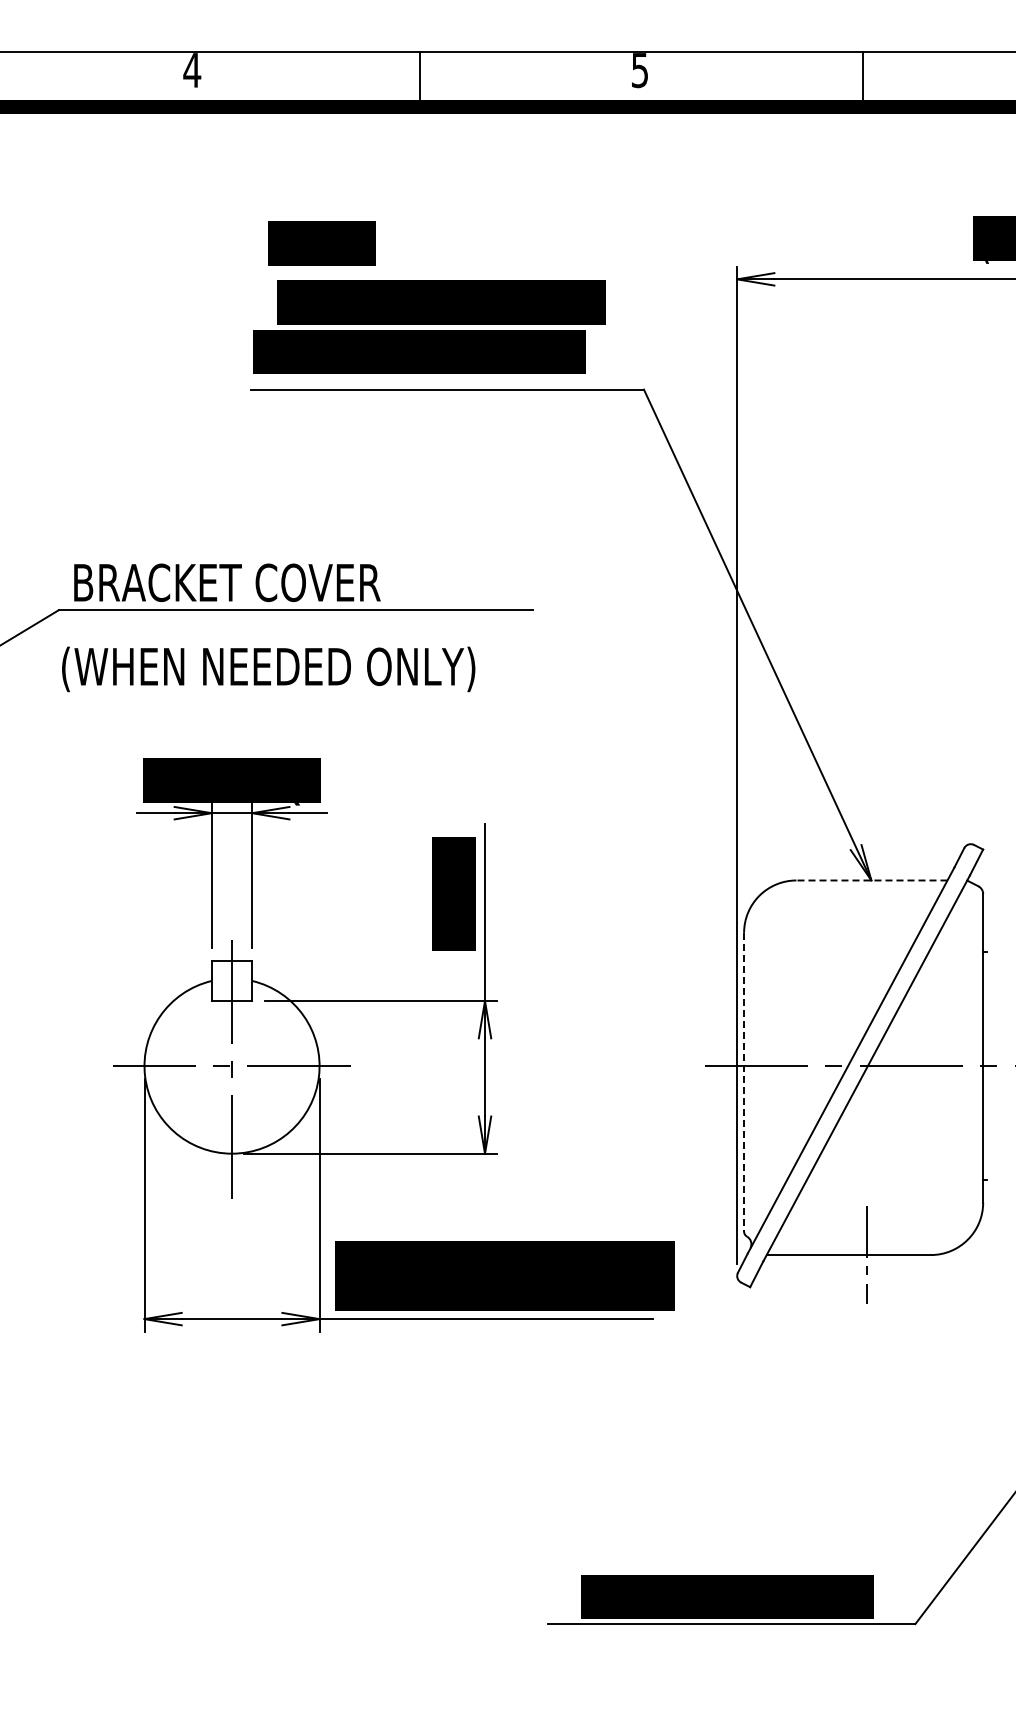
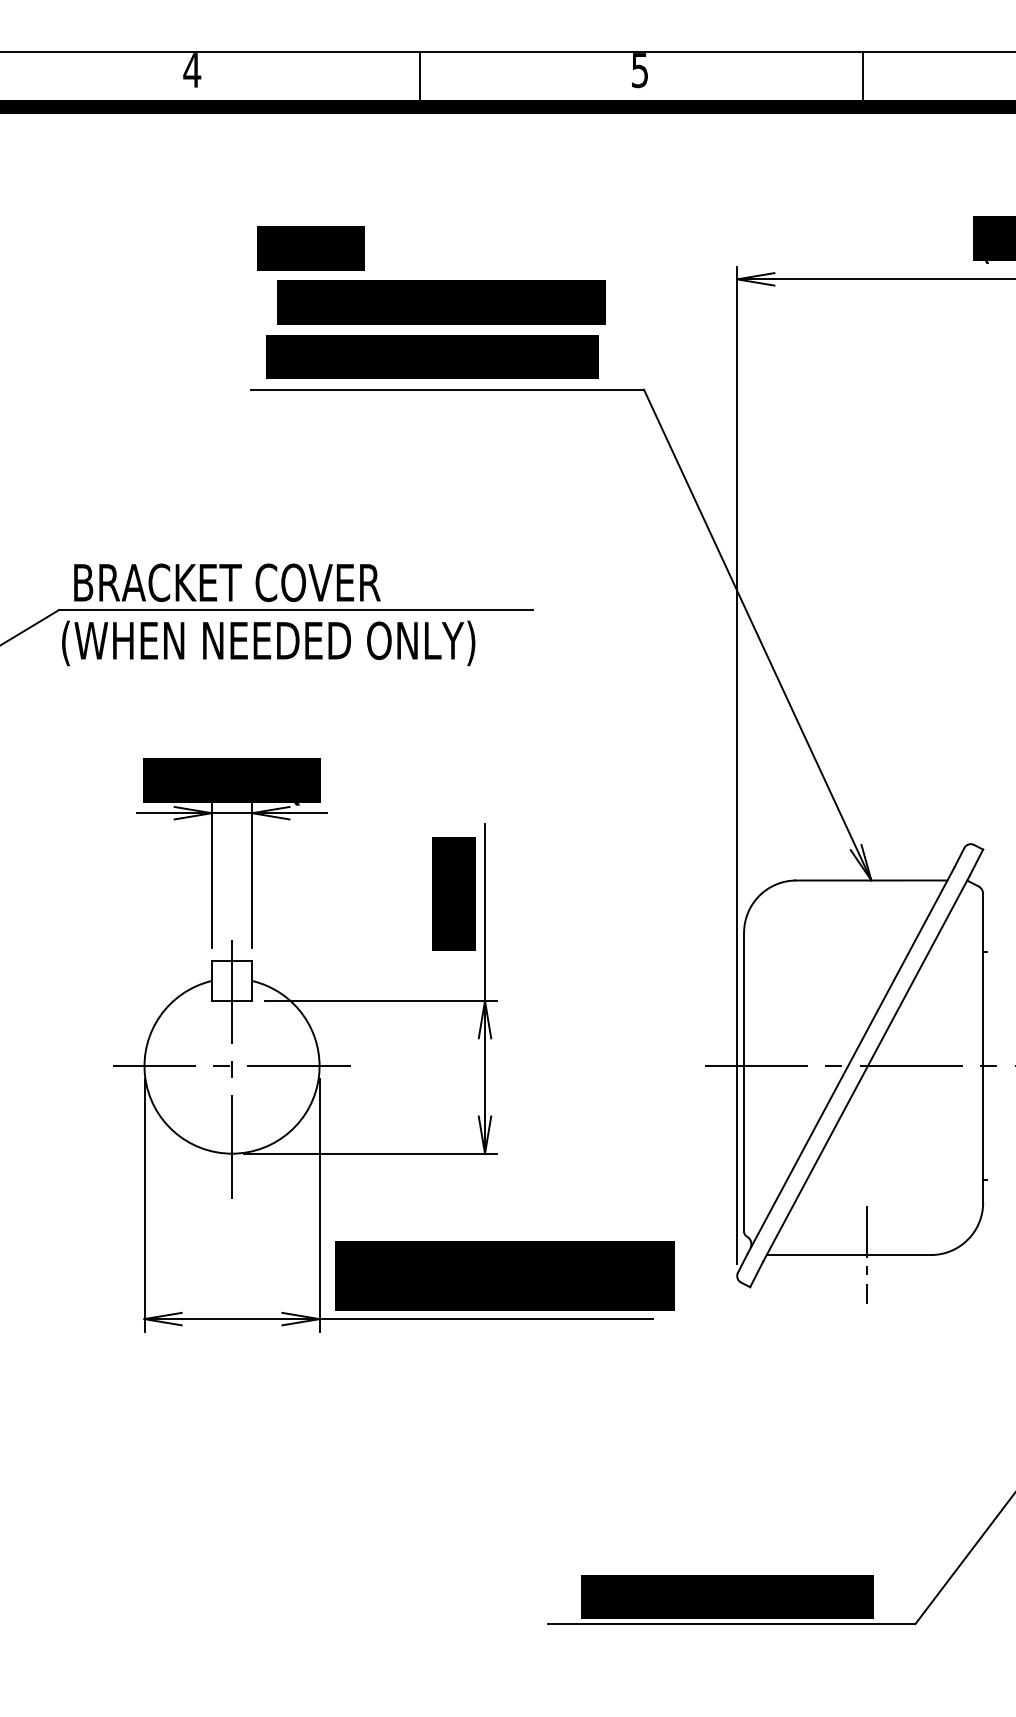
text at (321, 243) position: (321, 243) -> (310, 248)
text at (419, 351) position: (419, 351) -> (432, 356)
text at (268, 669) position: (268, 669) -> (268, 643)
line at (870, 880): dashed -> solid
line at (744, 1082): dashed -> solid
